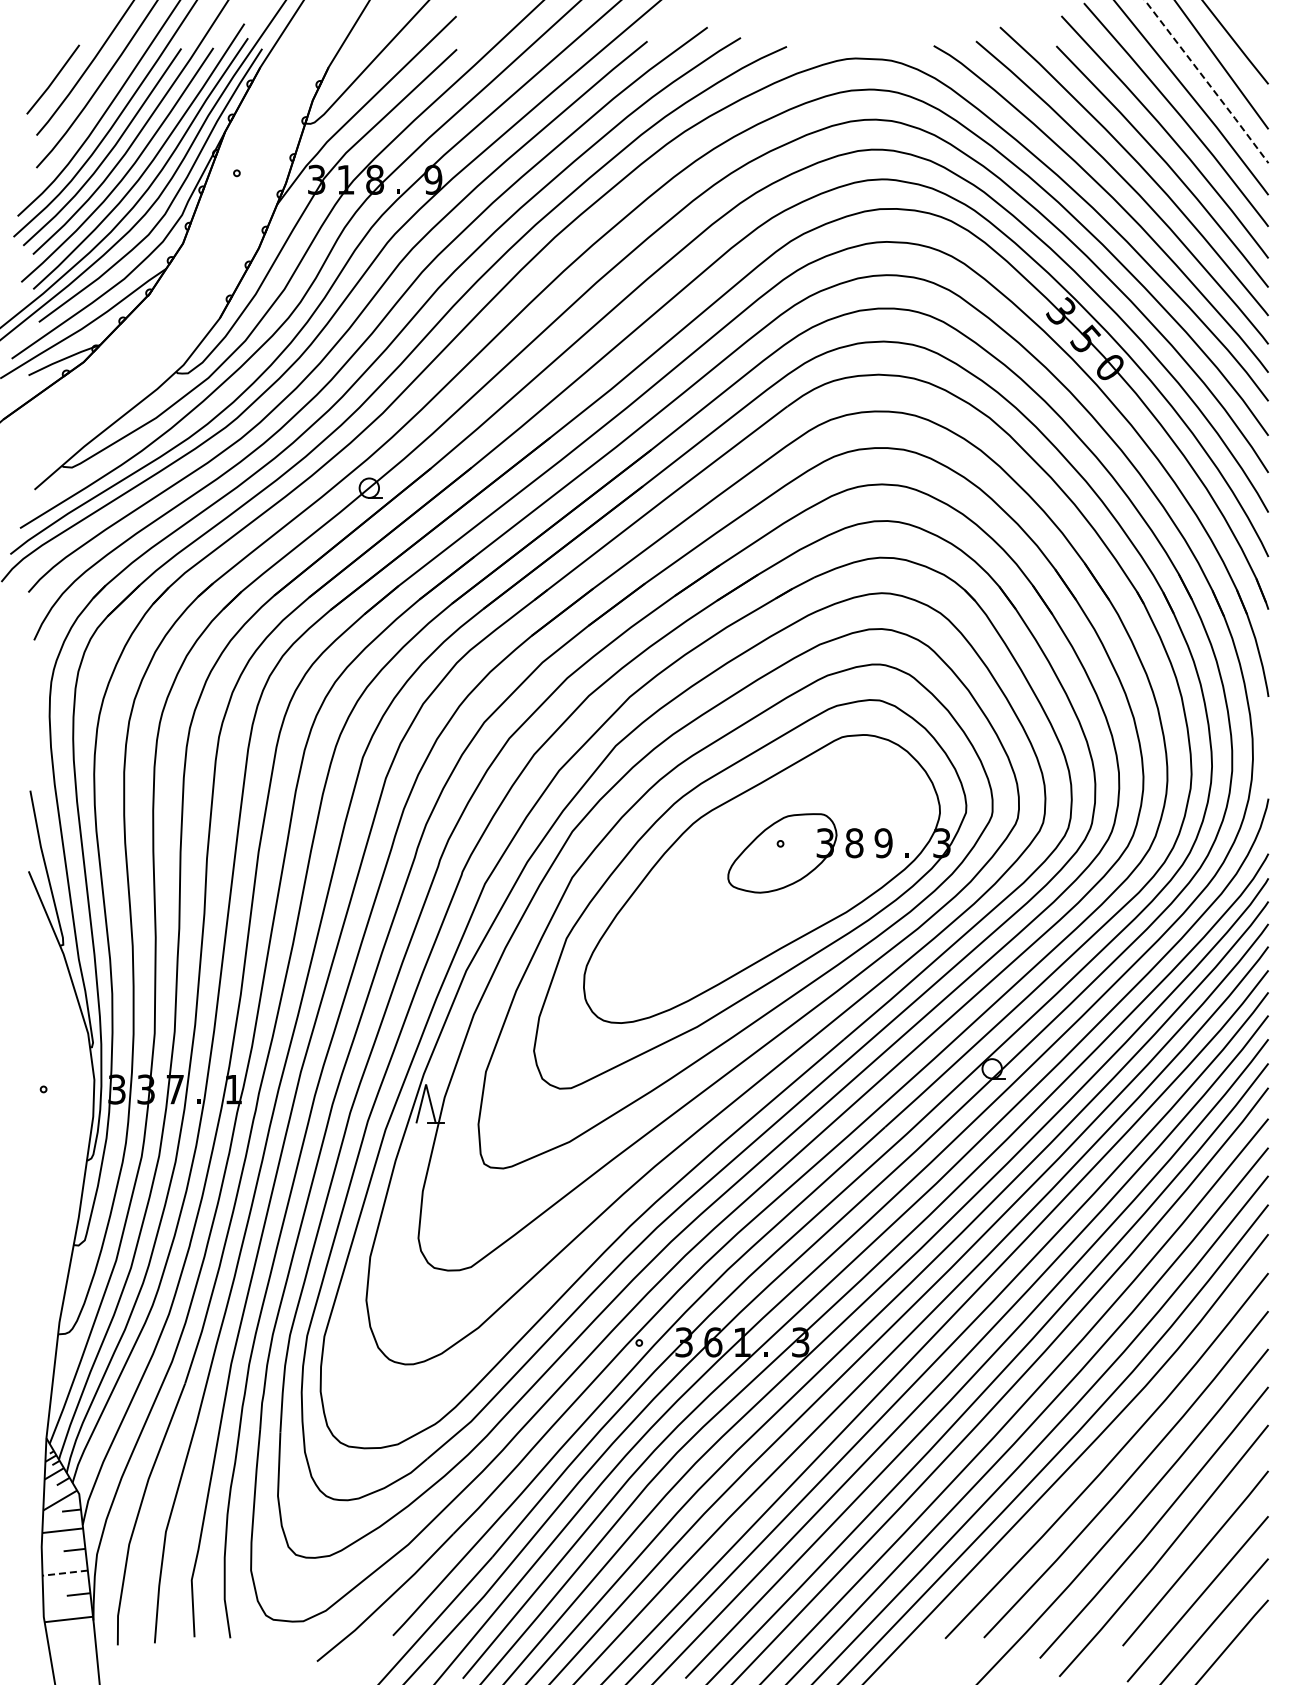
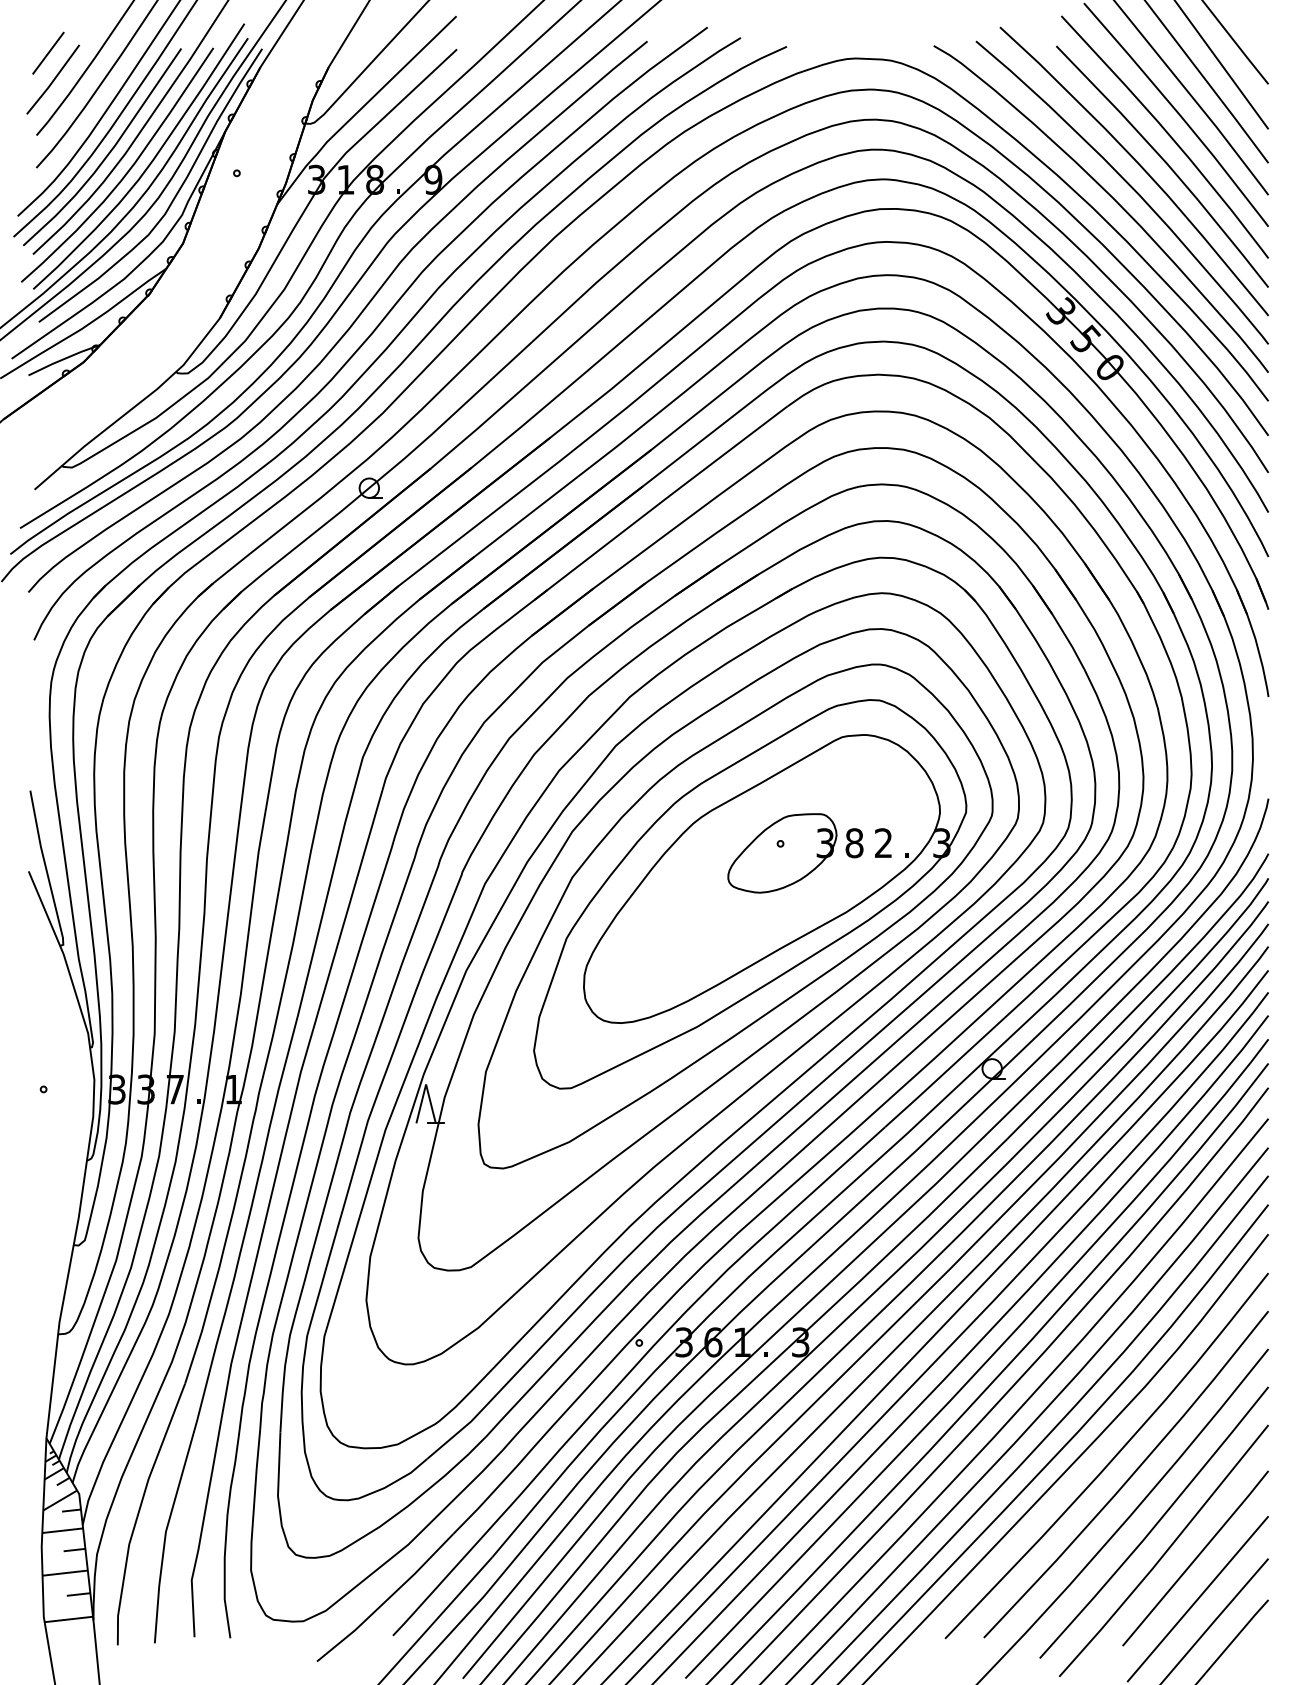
line at (48, 52): none -> present
line at (1207, 82): dashed -> solid
text at (883, 843): 9 -> 2
line at (65, 1573): dashed -> solid
